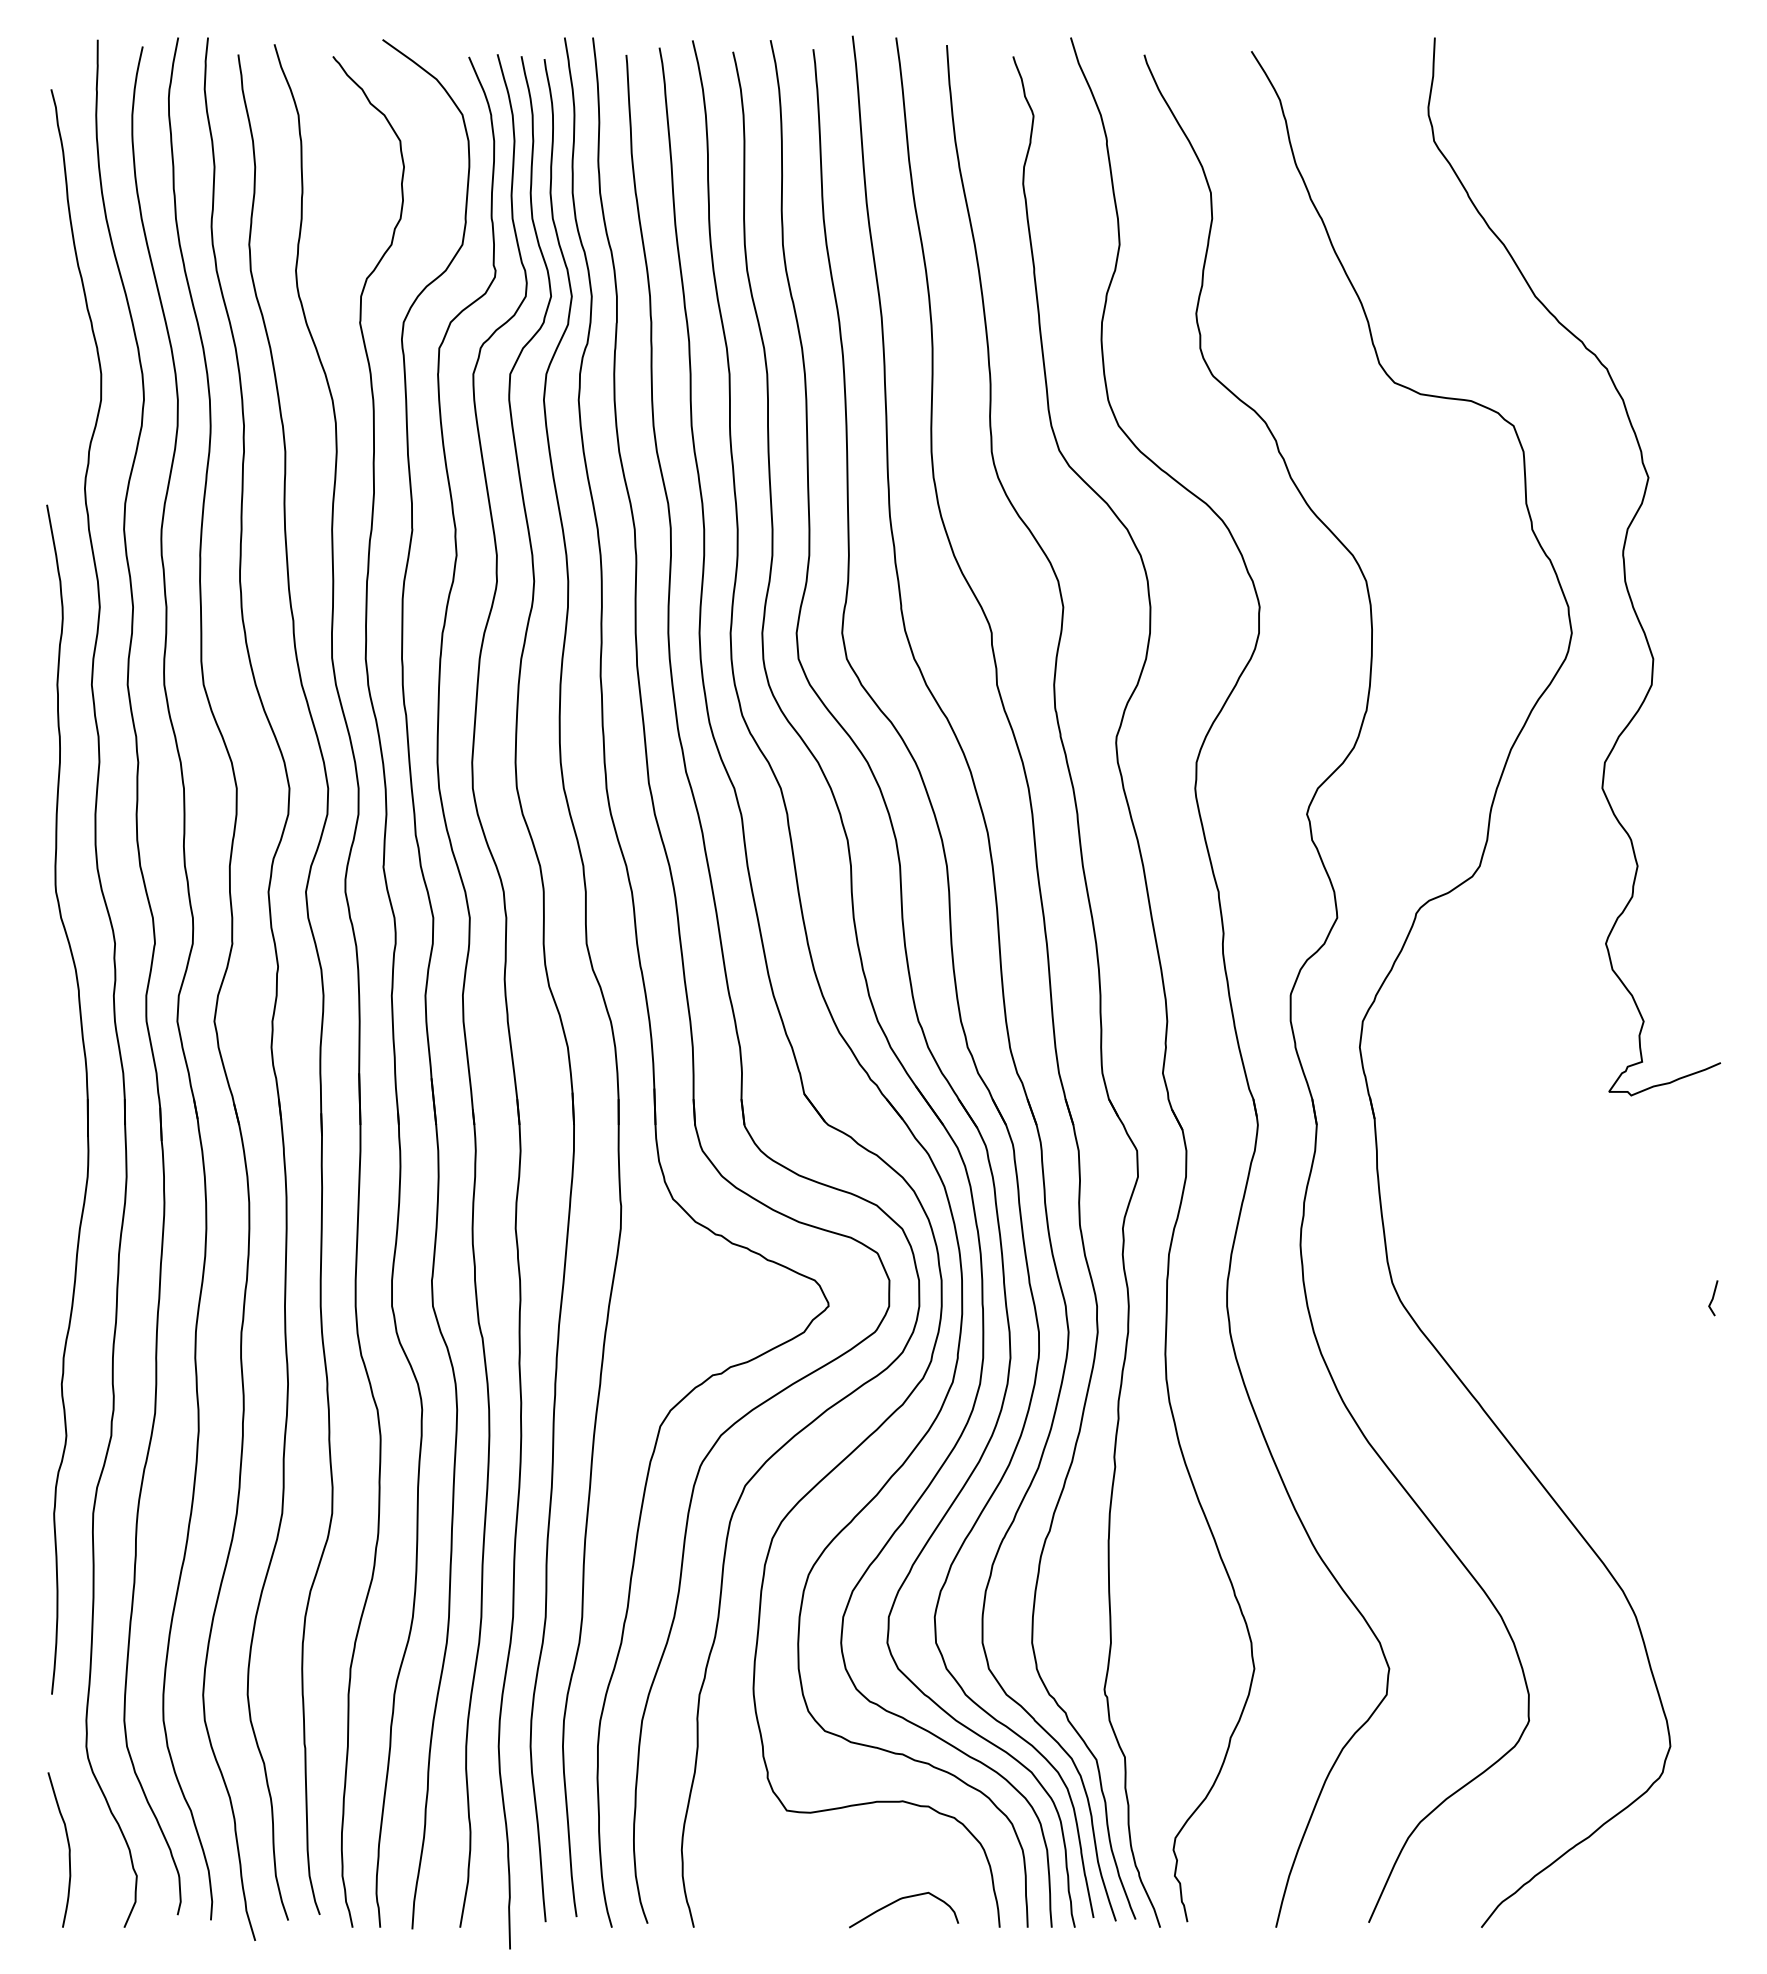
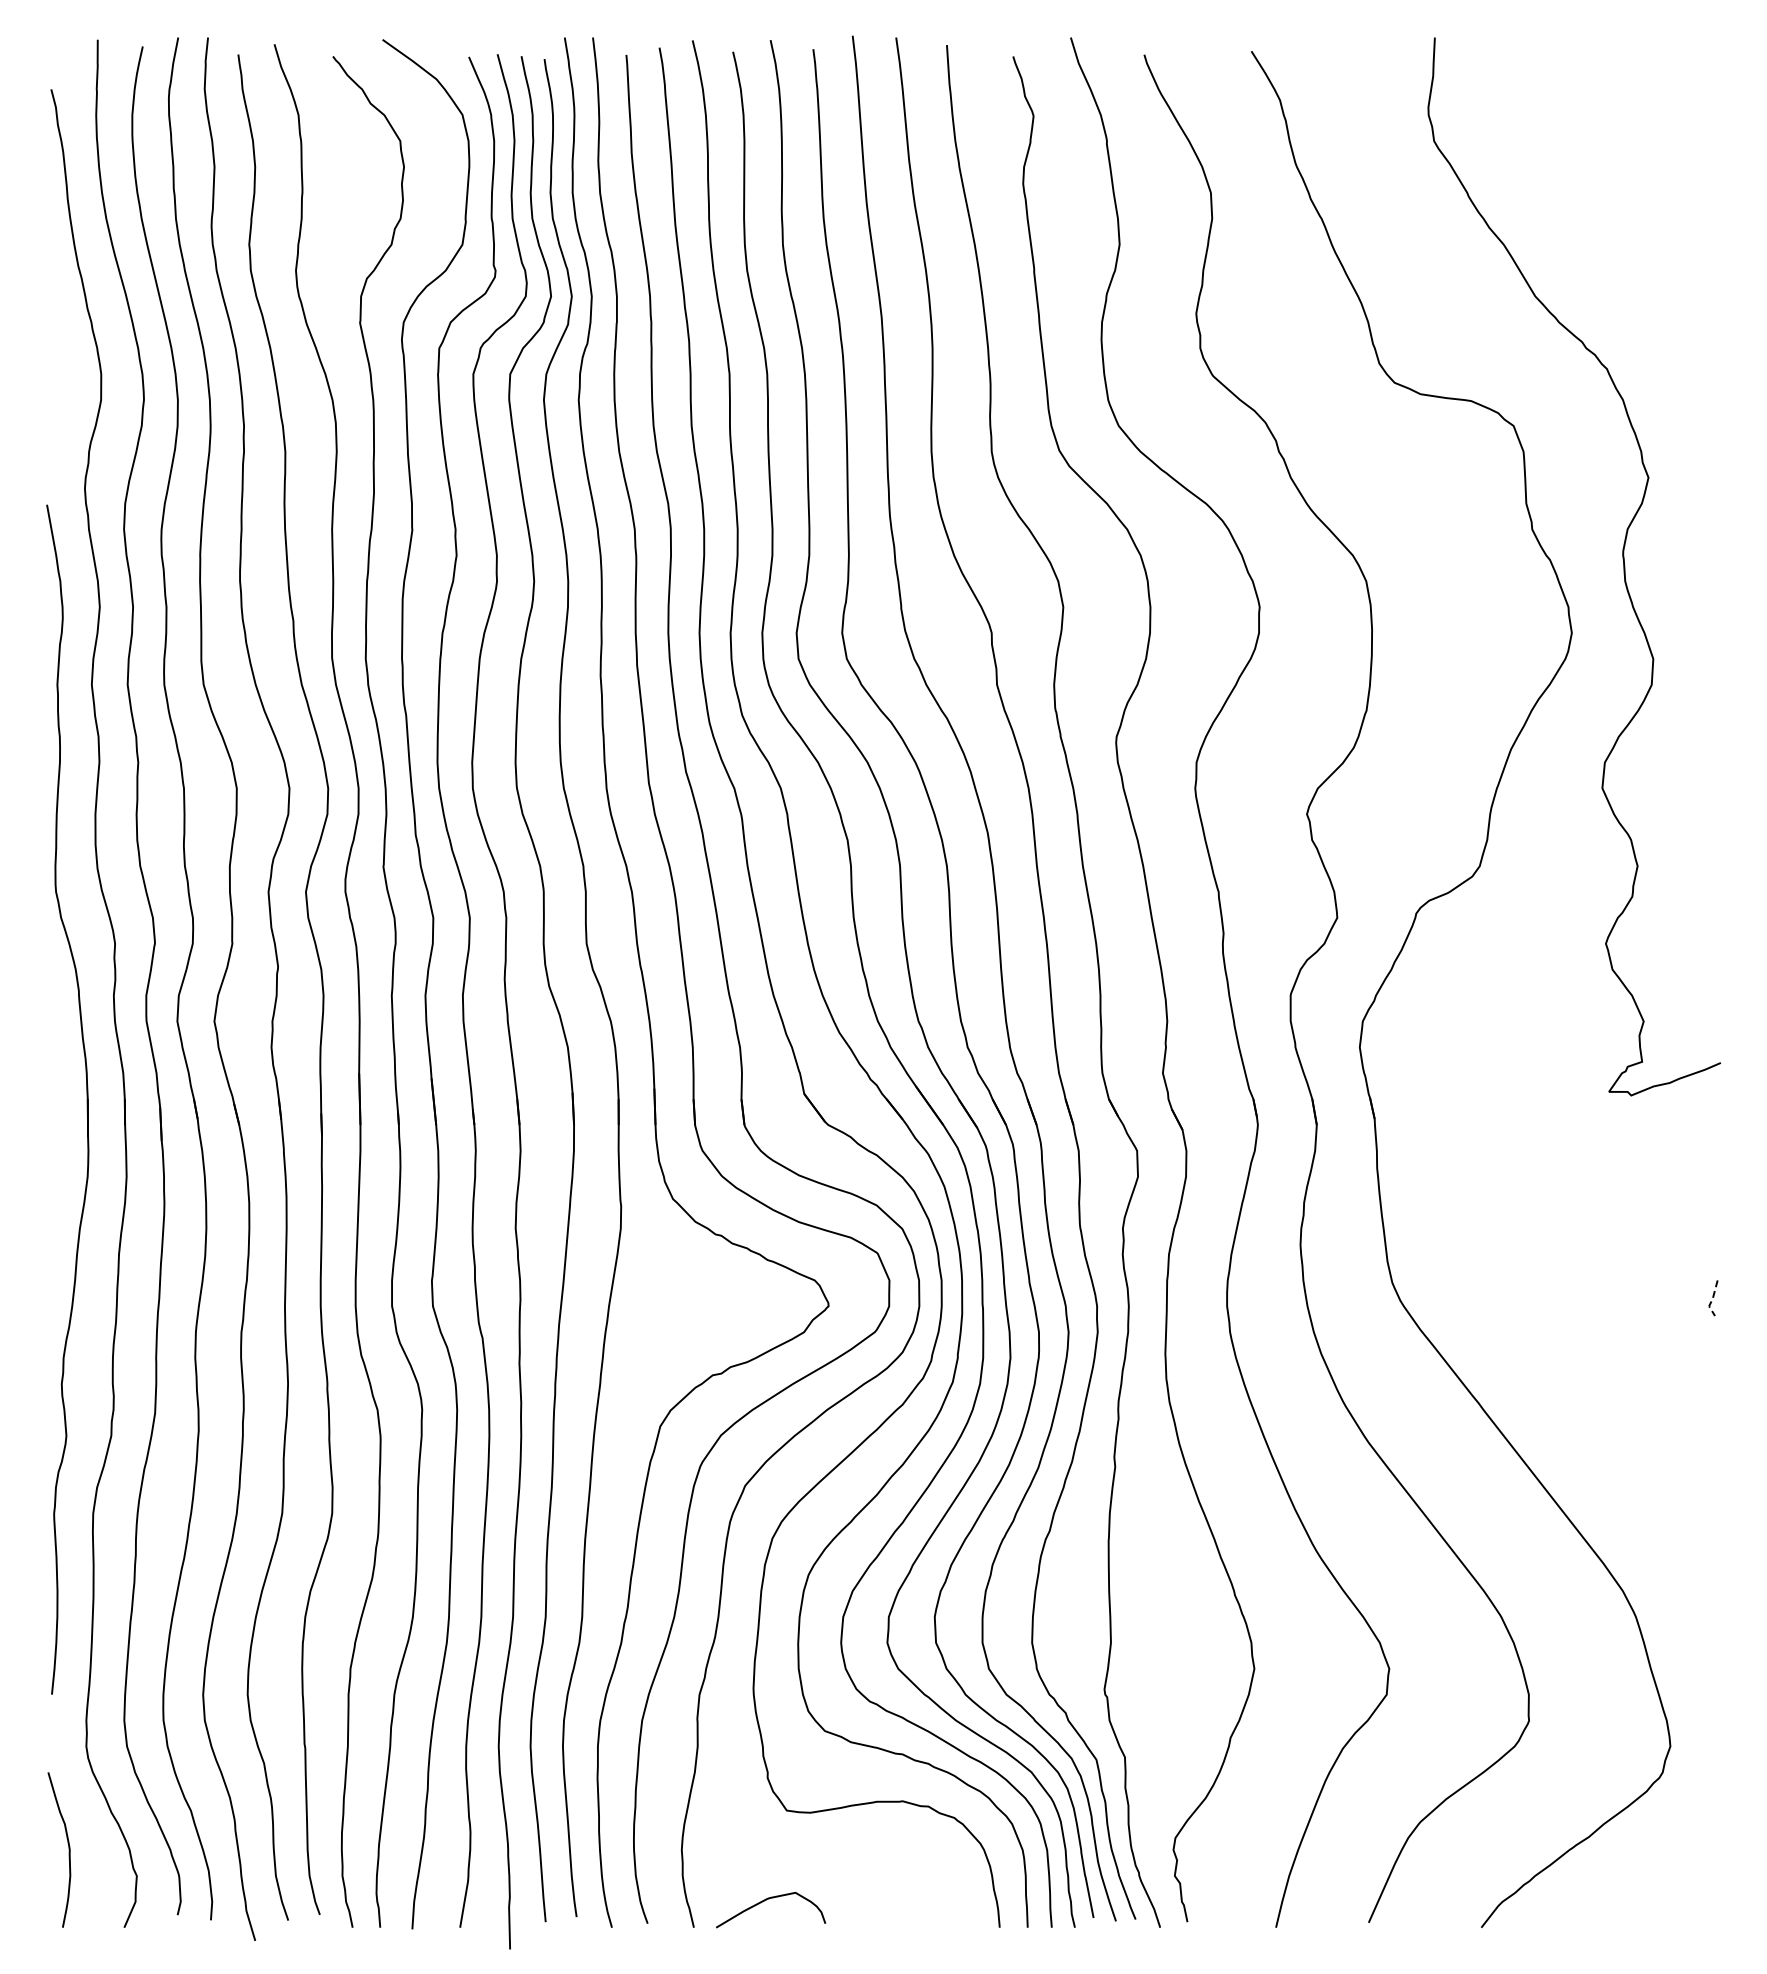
line at (1712, 1299): solid -> dashed
curve at (902, 1899) position: (902, 1899) -> (769, 1899)
